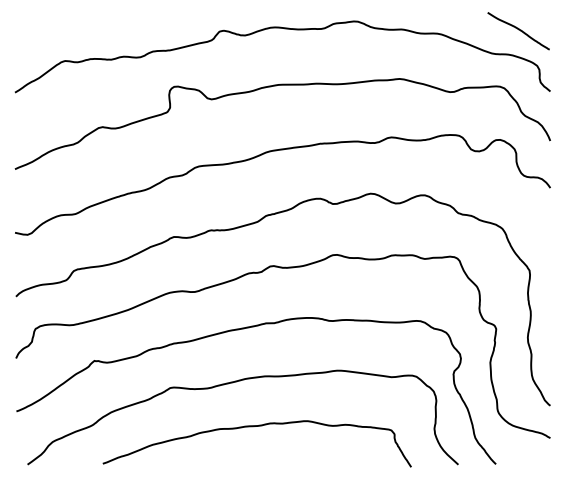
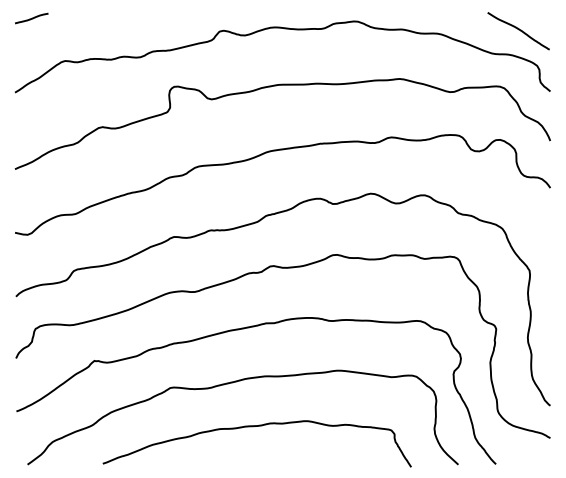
line at (31, 18): none -> present
